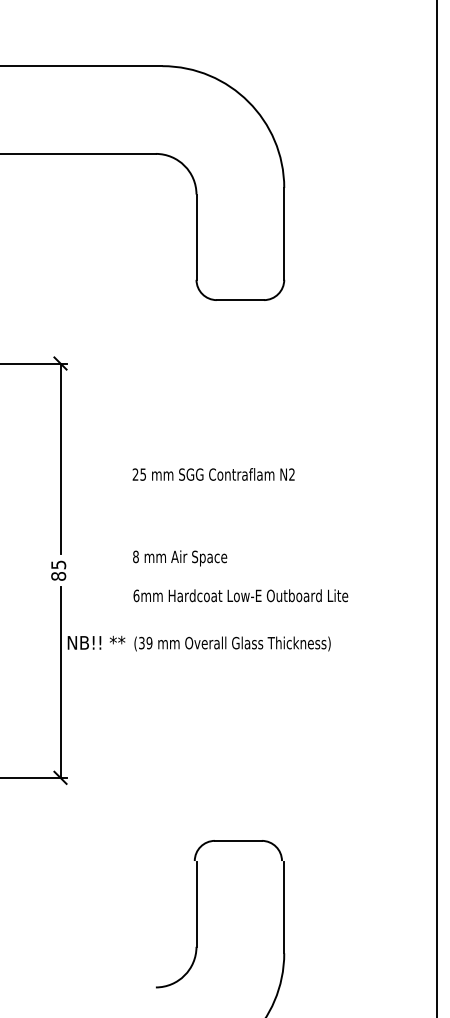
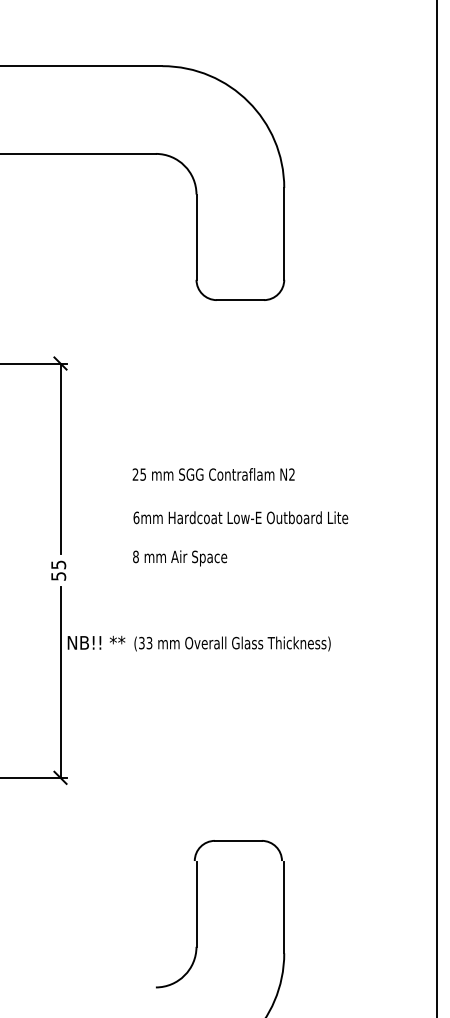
text at (58, 576): 85 -> 55
text at (240, 595) position: (240, 595) -> (240, 517)
text at (149, 643): (39 -> (33
